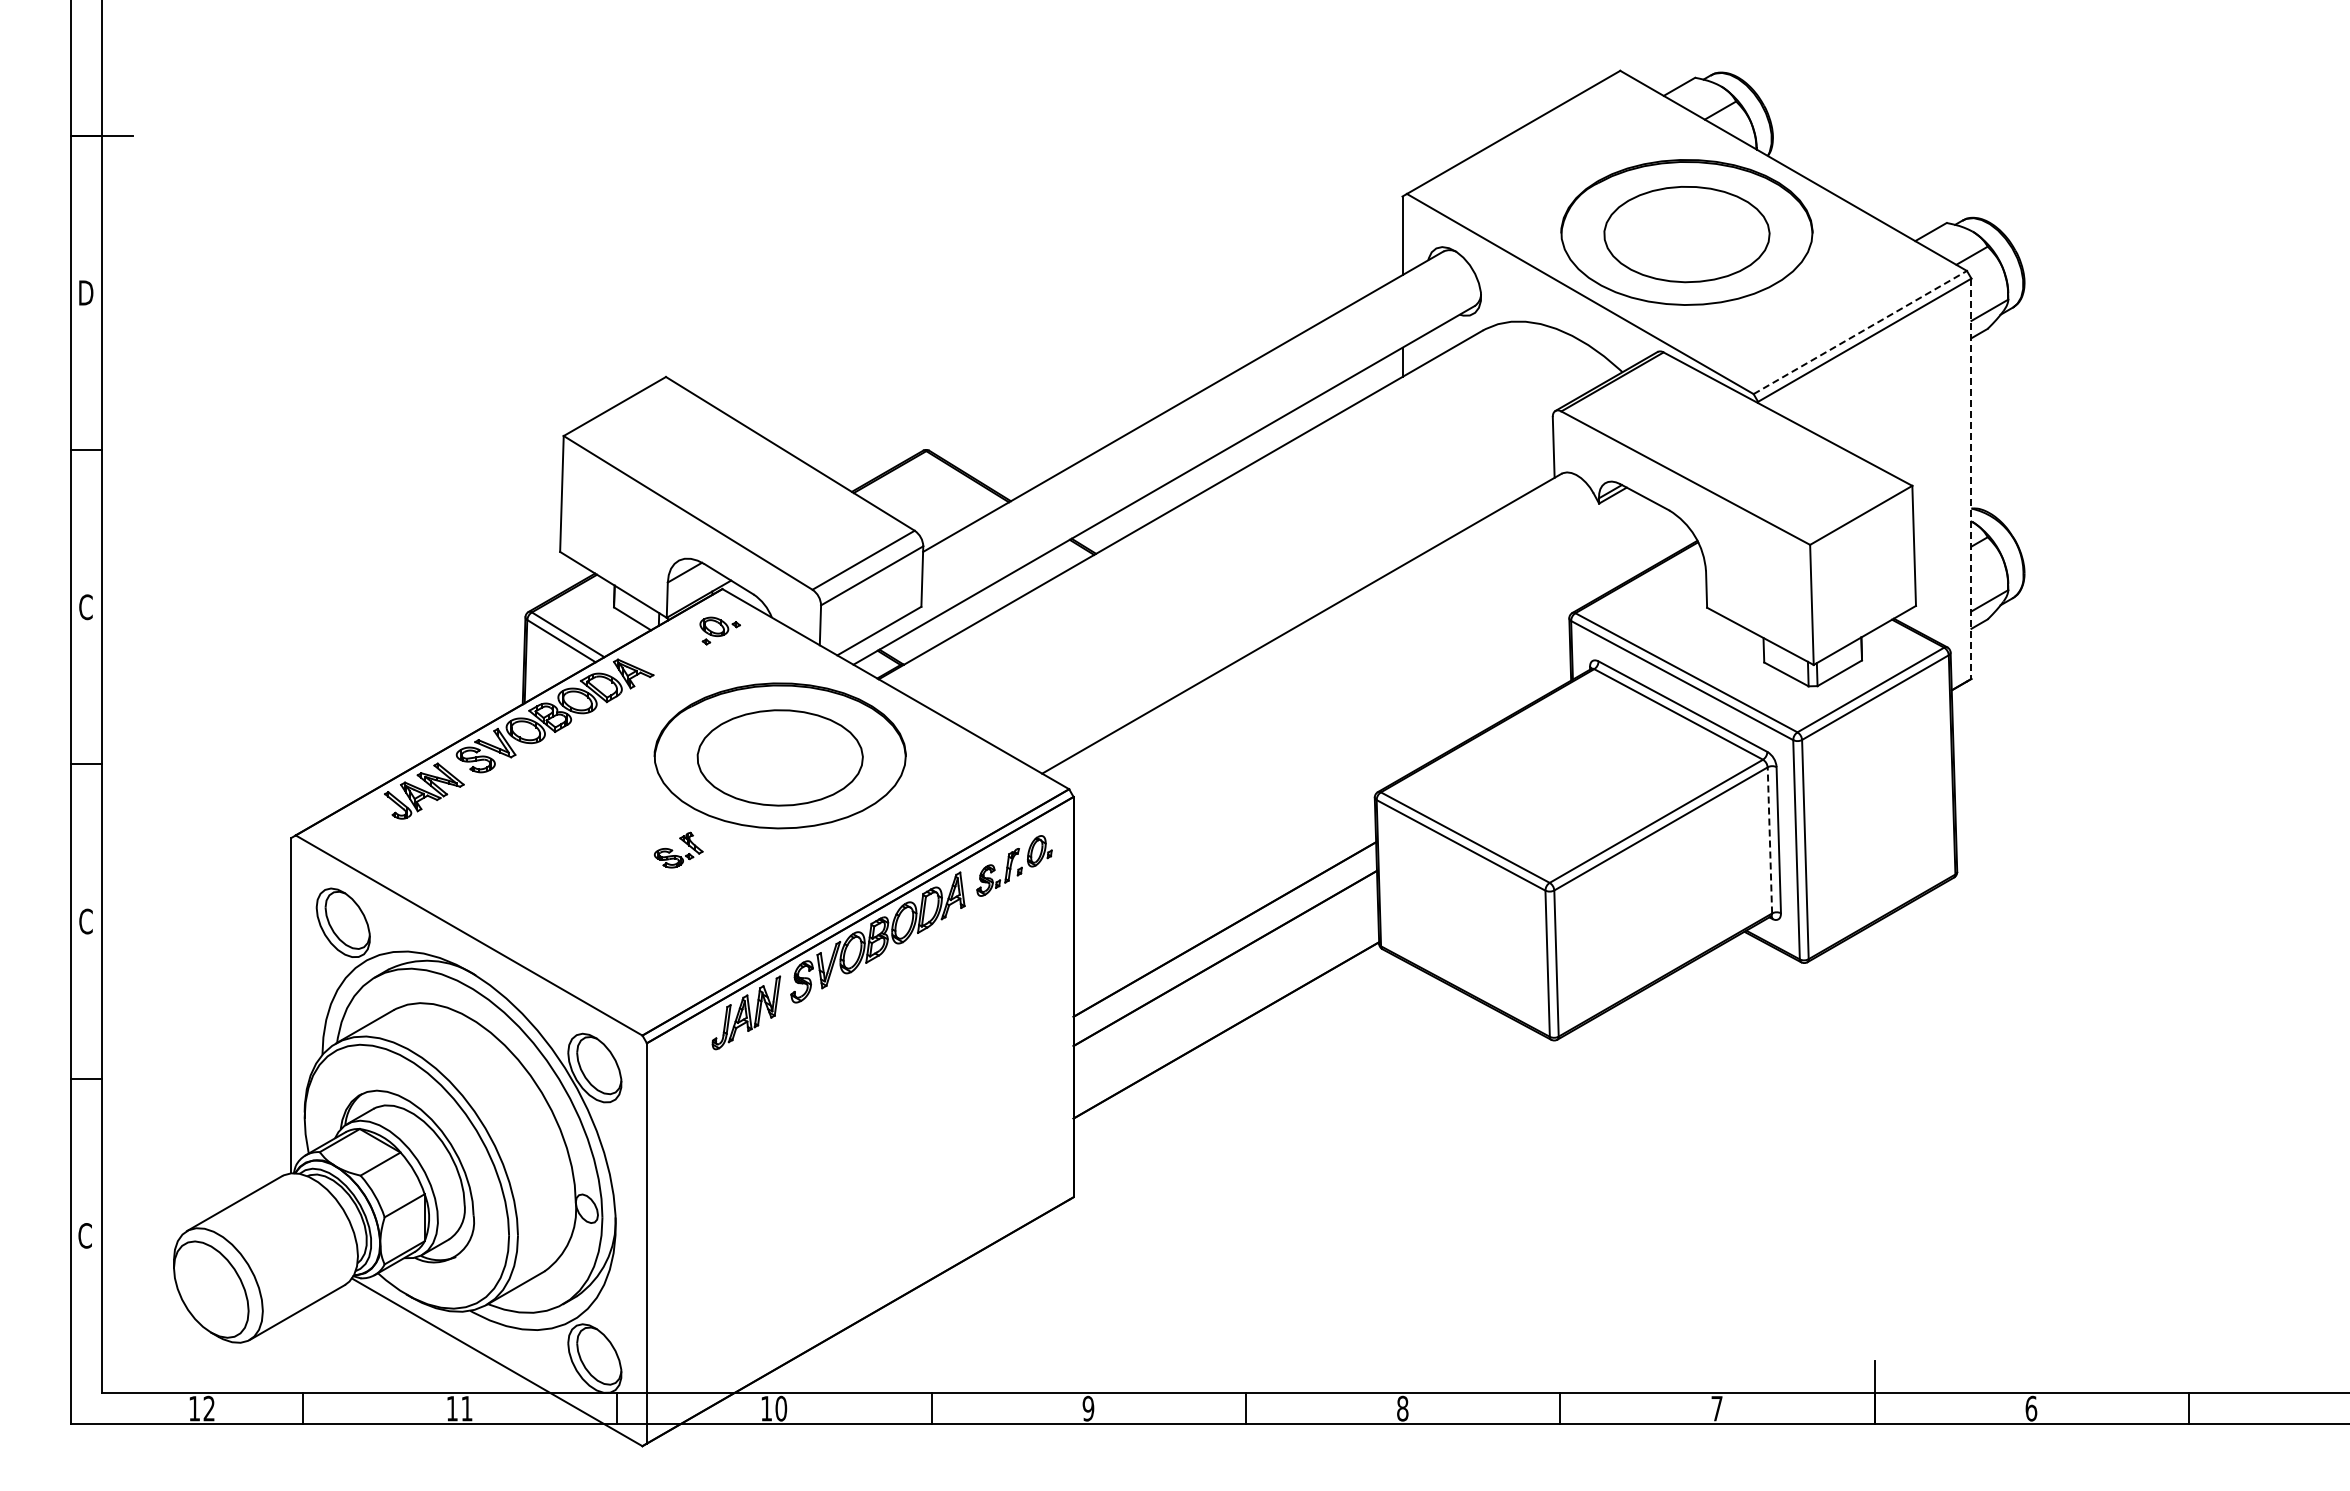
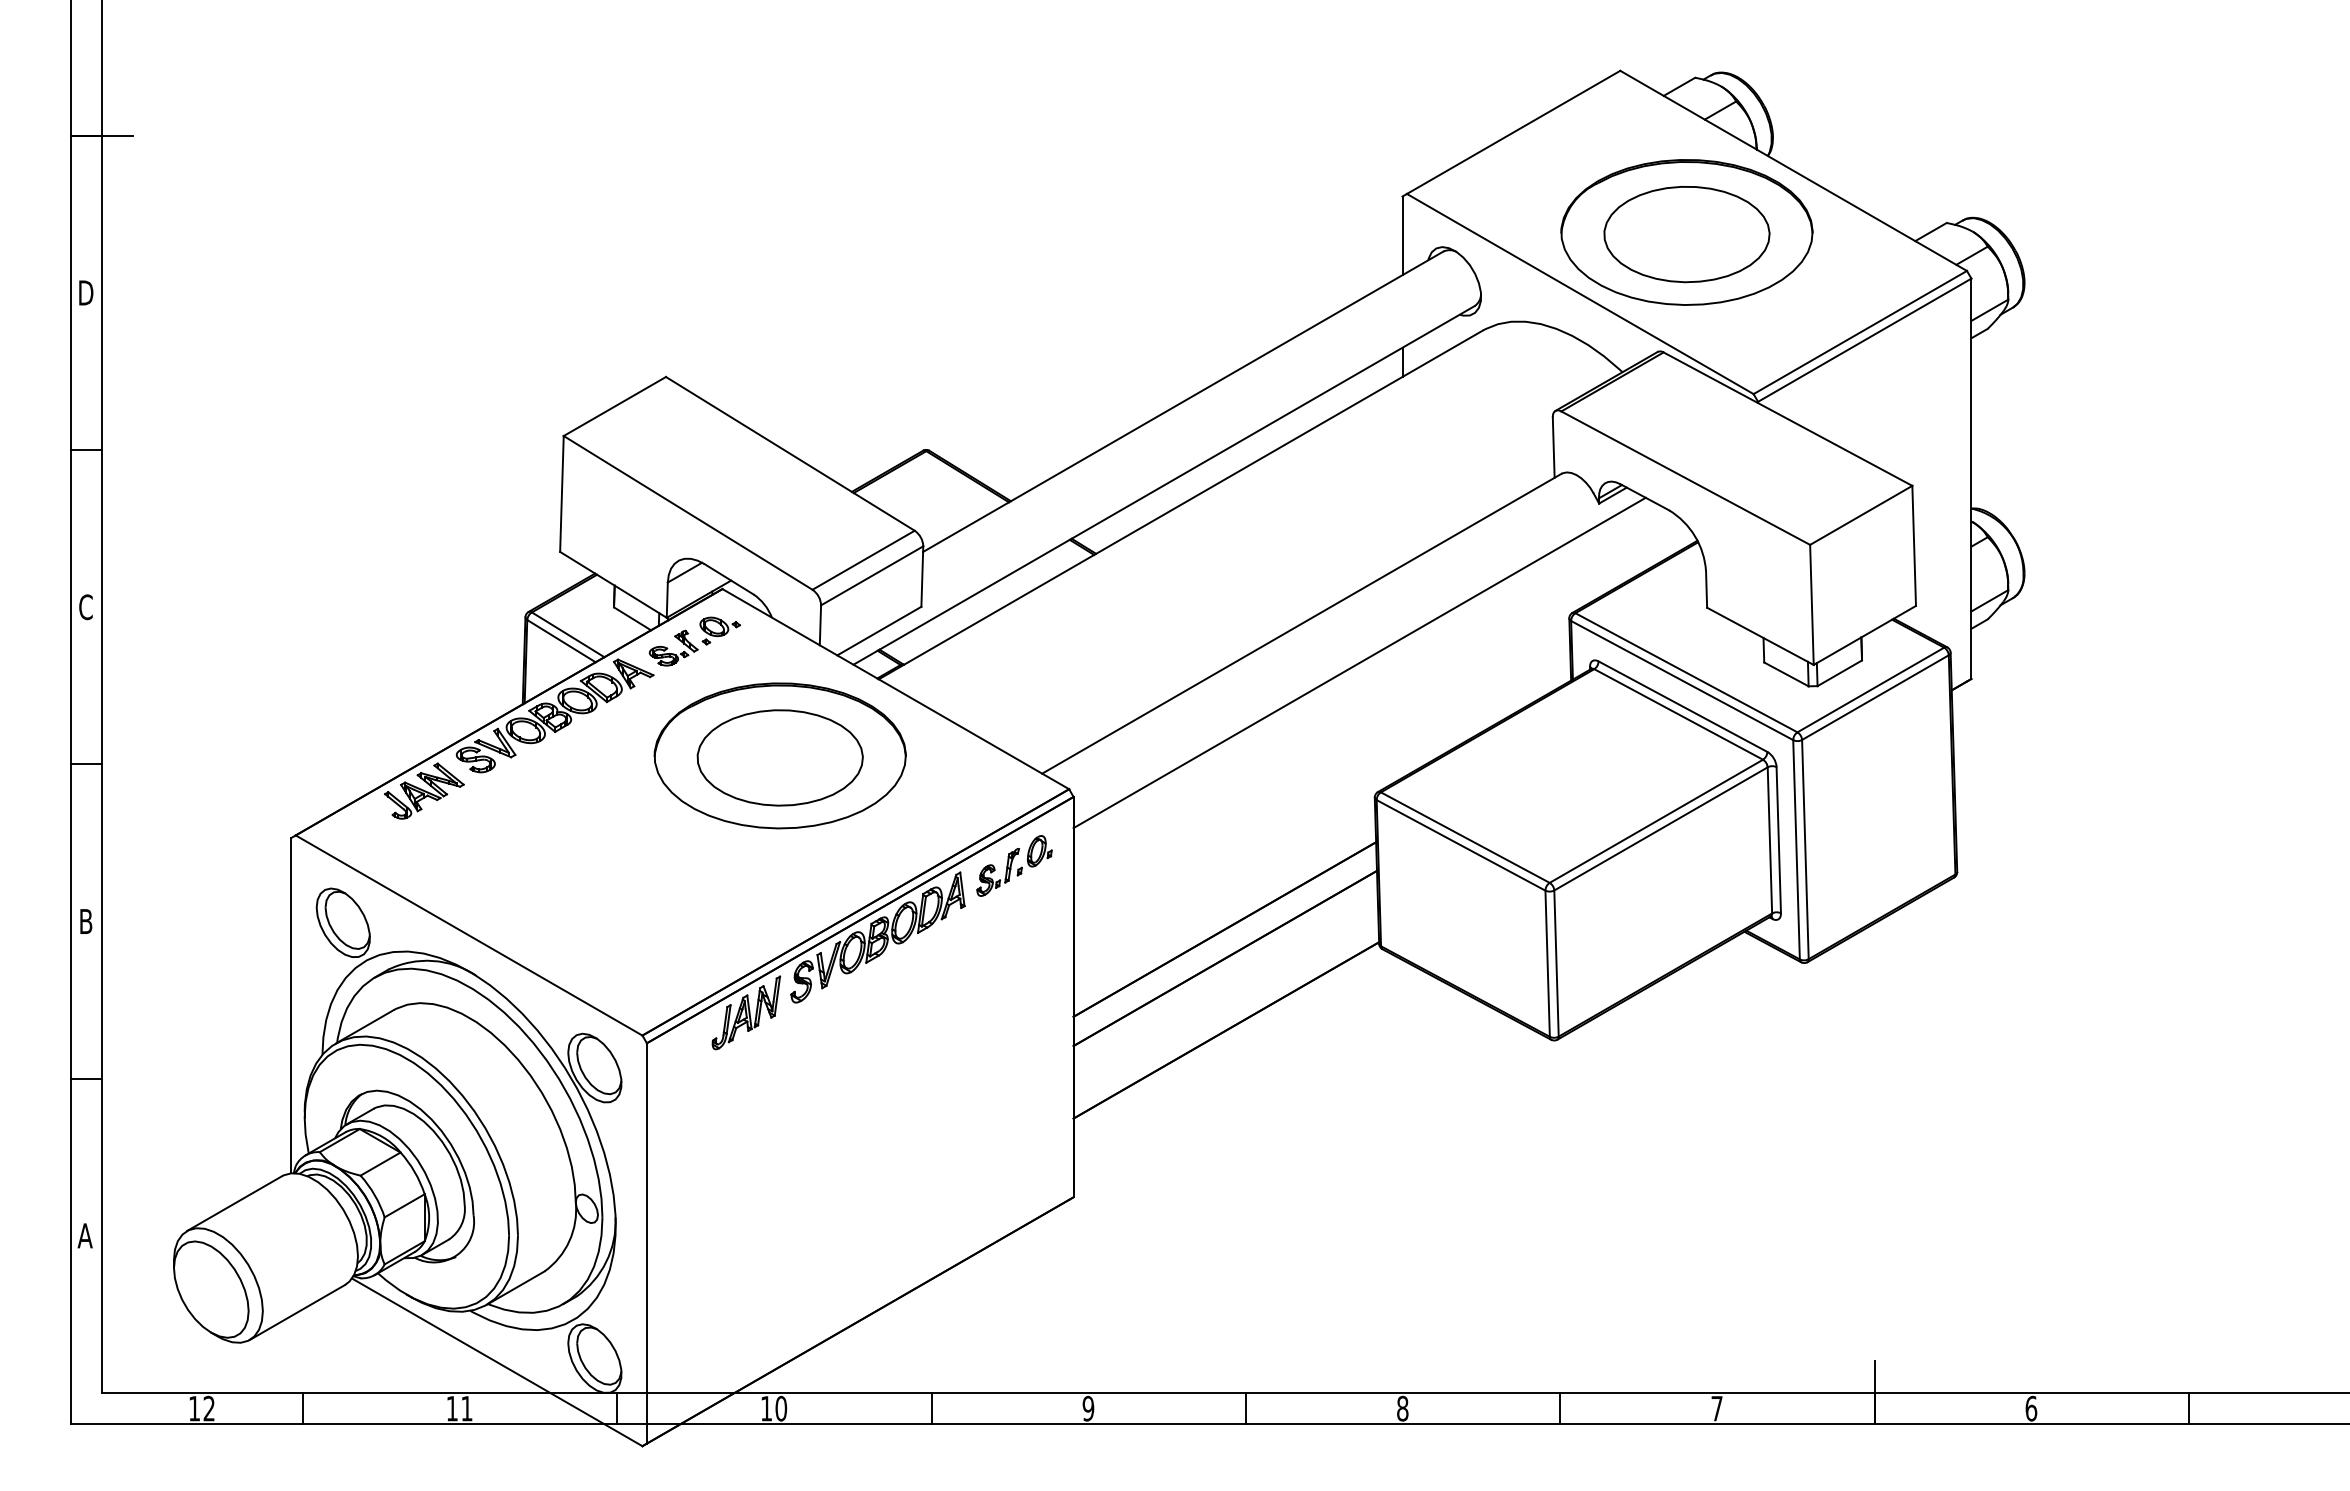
line at (1860, 332): dashed -> solid
line at (1971, 479): dashed -> solid
line at (1359, 662): none -> present
line at (1769, 839): dashed -> solid
part at (678, 849) position: (678, 849) -> (673, 647)
text at (85, 921): C -> B
text at (84, 1235): C -> A
